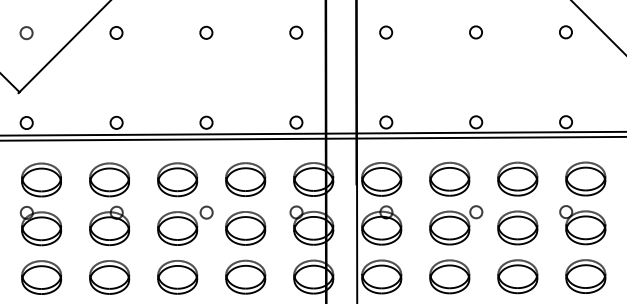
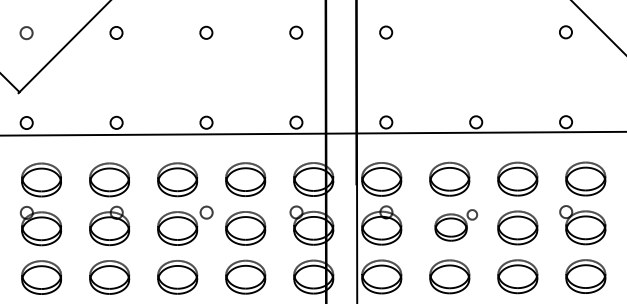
circle at (475, 32): present -> none
line at (312, 138): present -> none
part at (456, 225) size: 55x41 px -> 45x33 px
